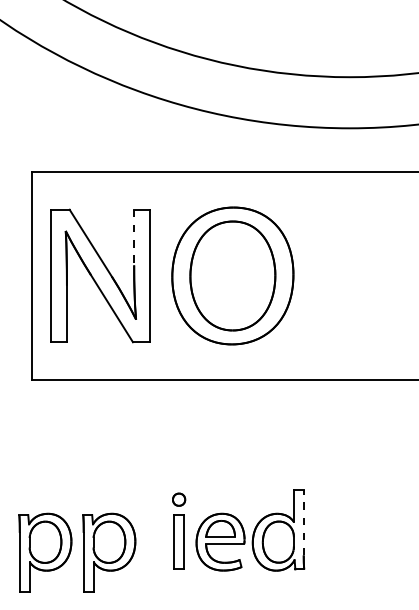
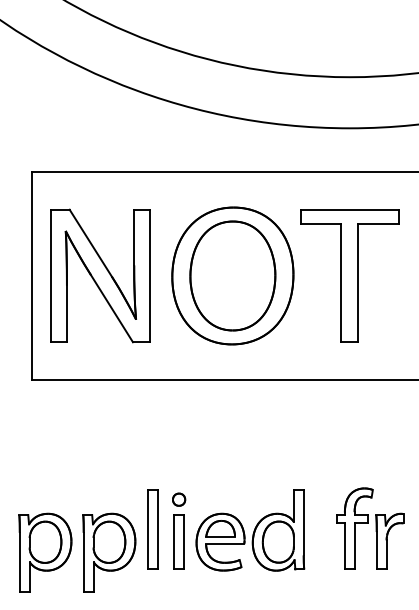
line at (134, 237): dashed -> solid
part at (349, 275): none -> present
line at (303, 522): dashed -> solid
part at (370, 528): none -> present
part at (152, 529): none -> present
